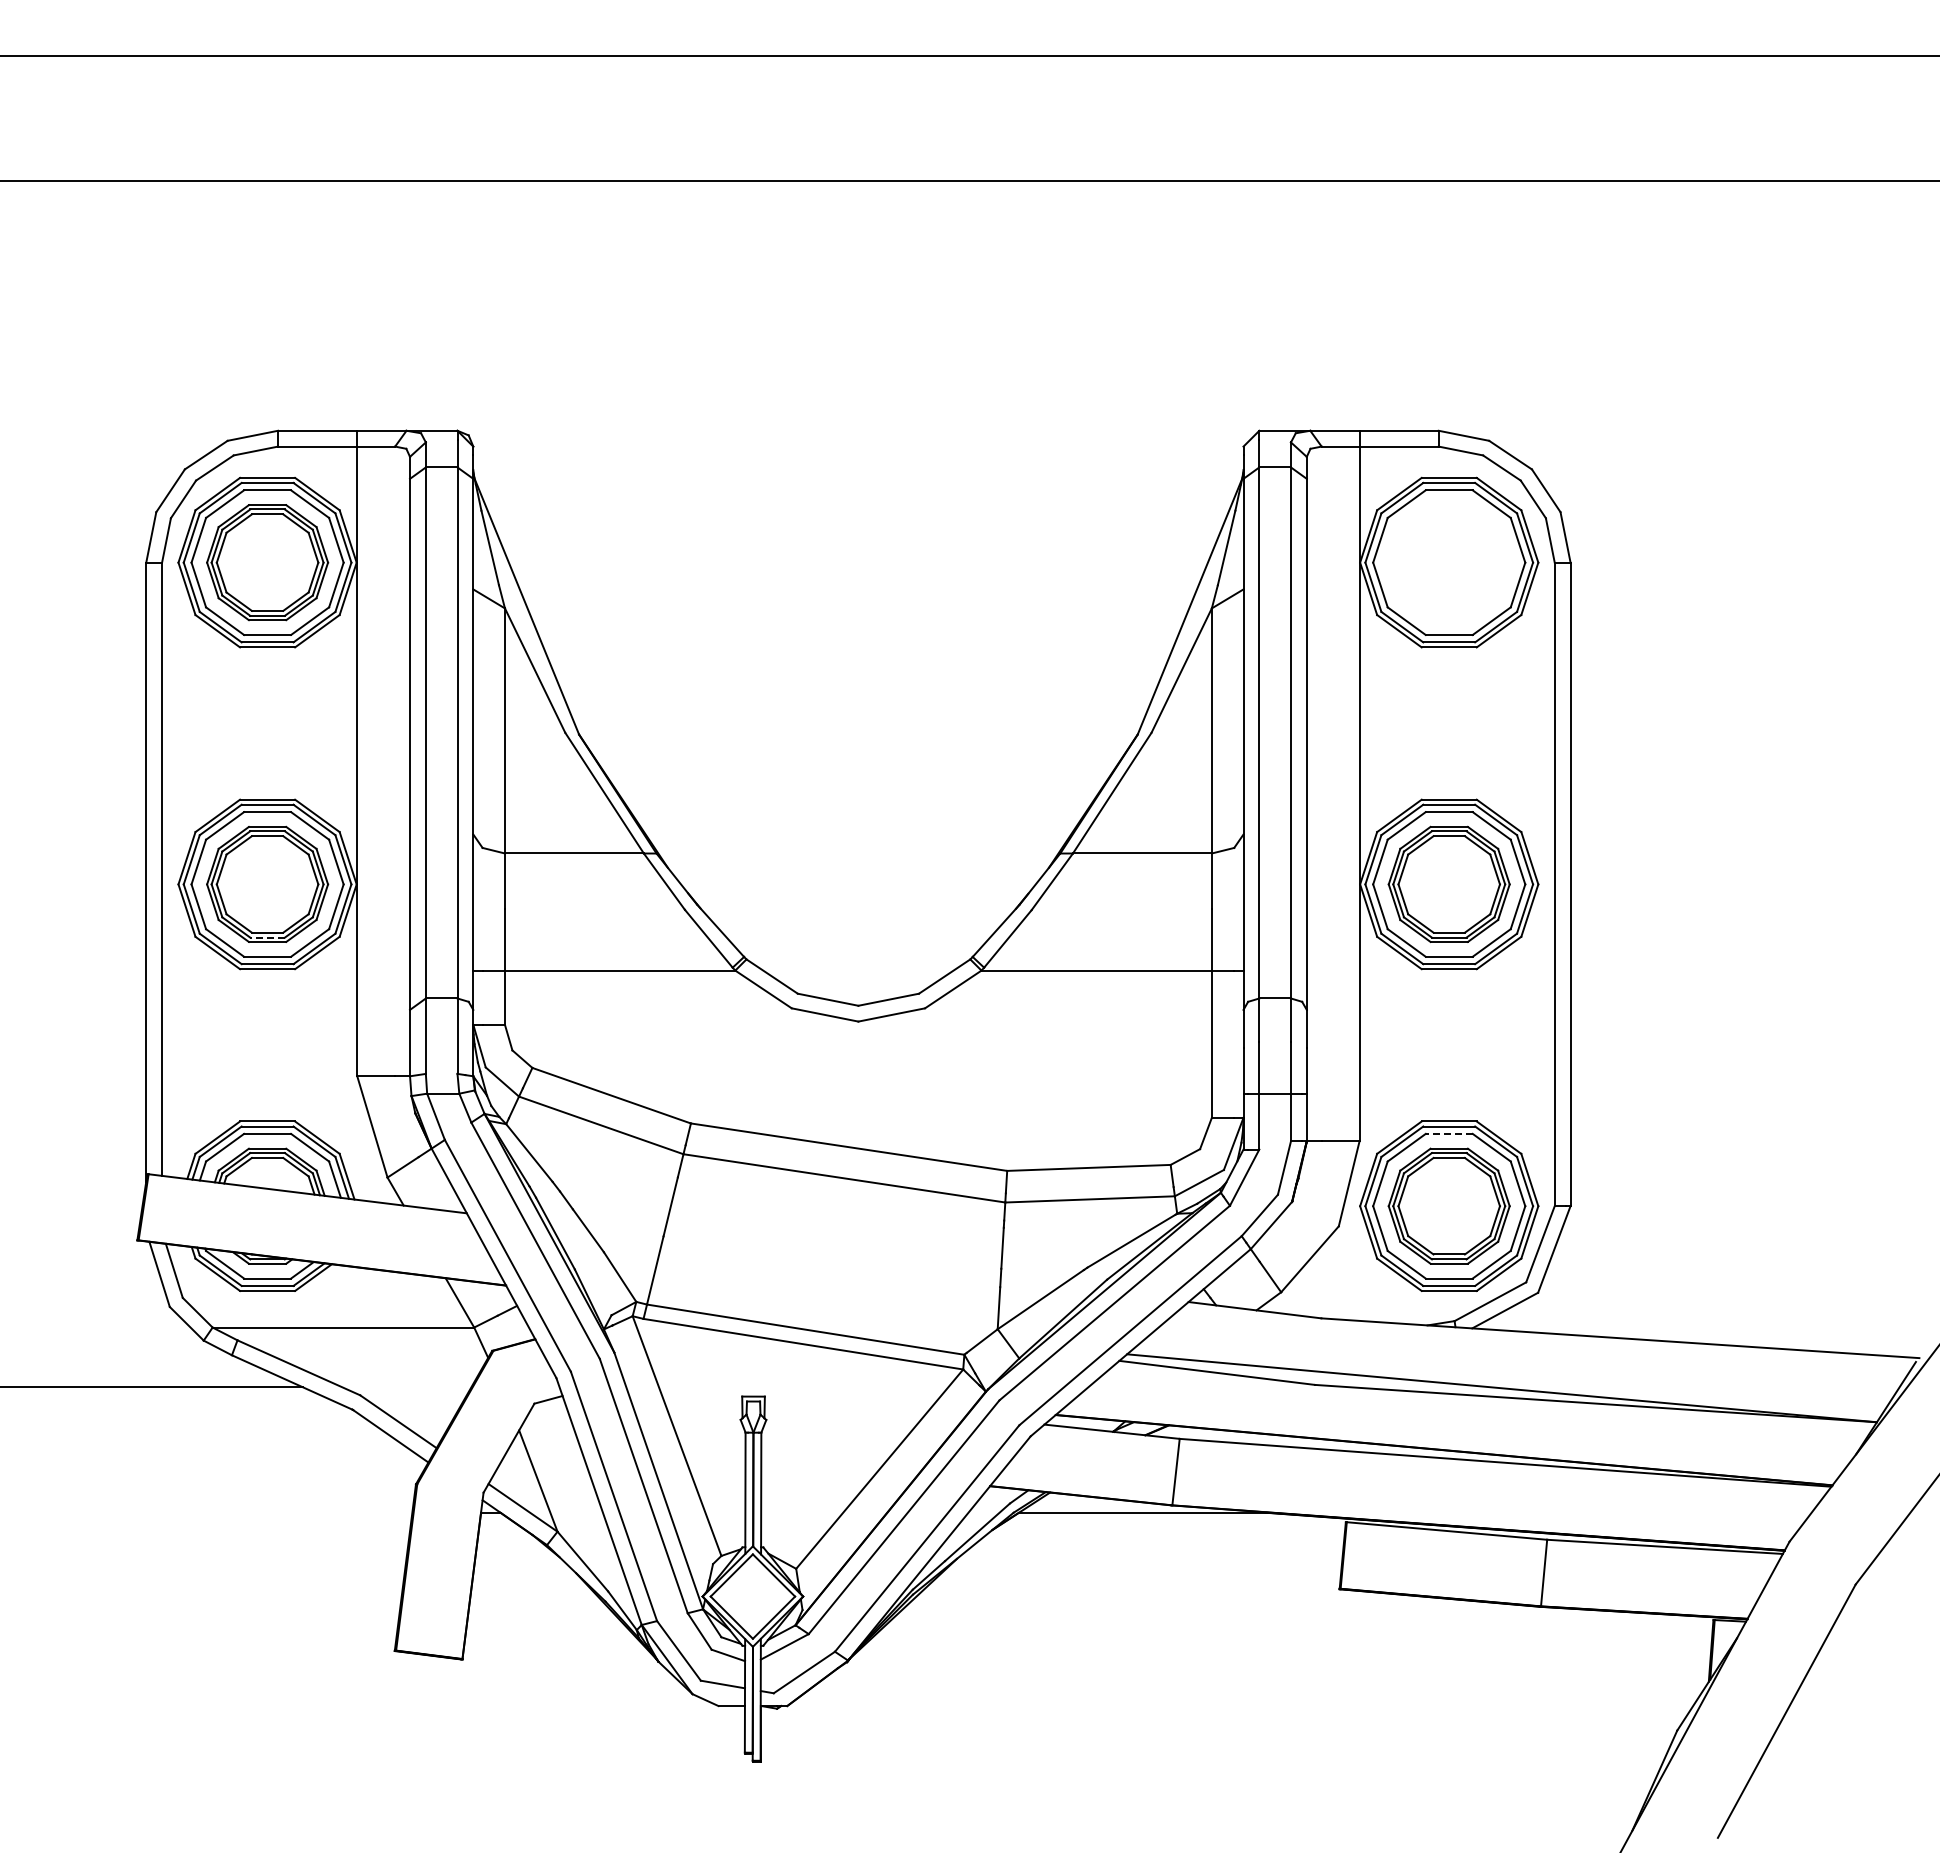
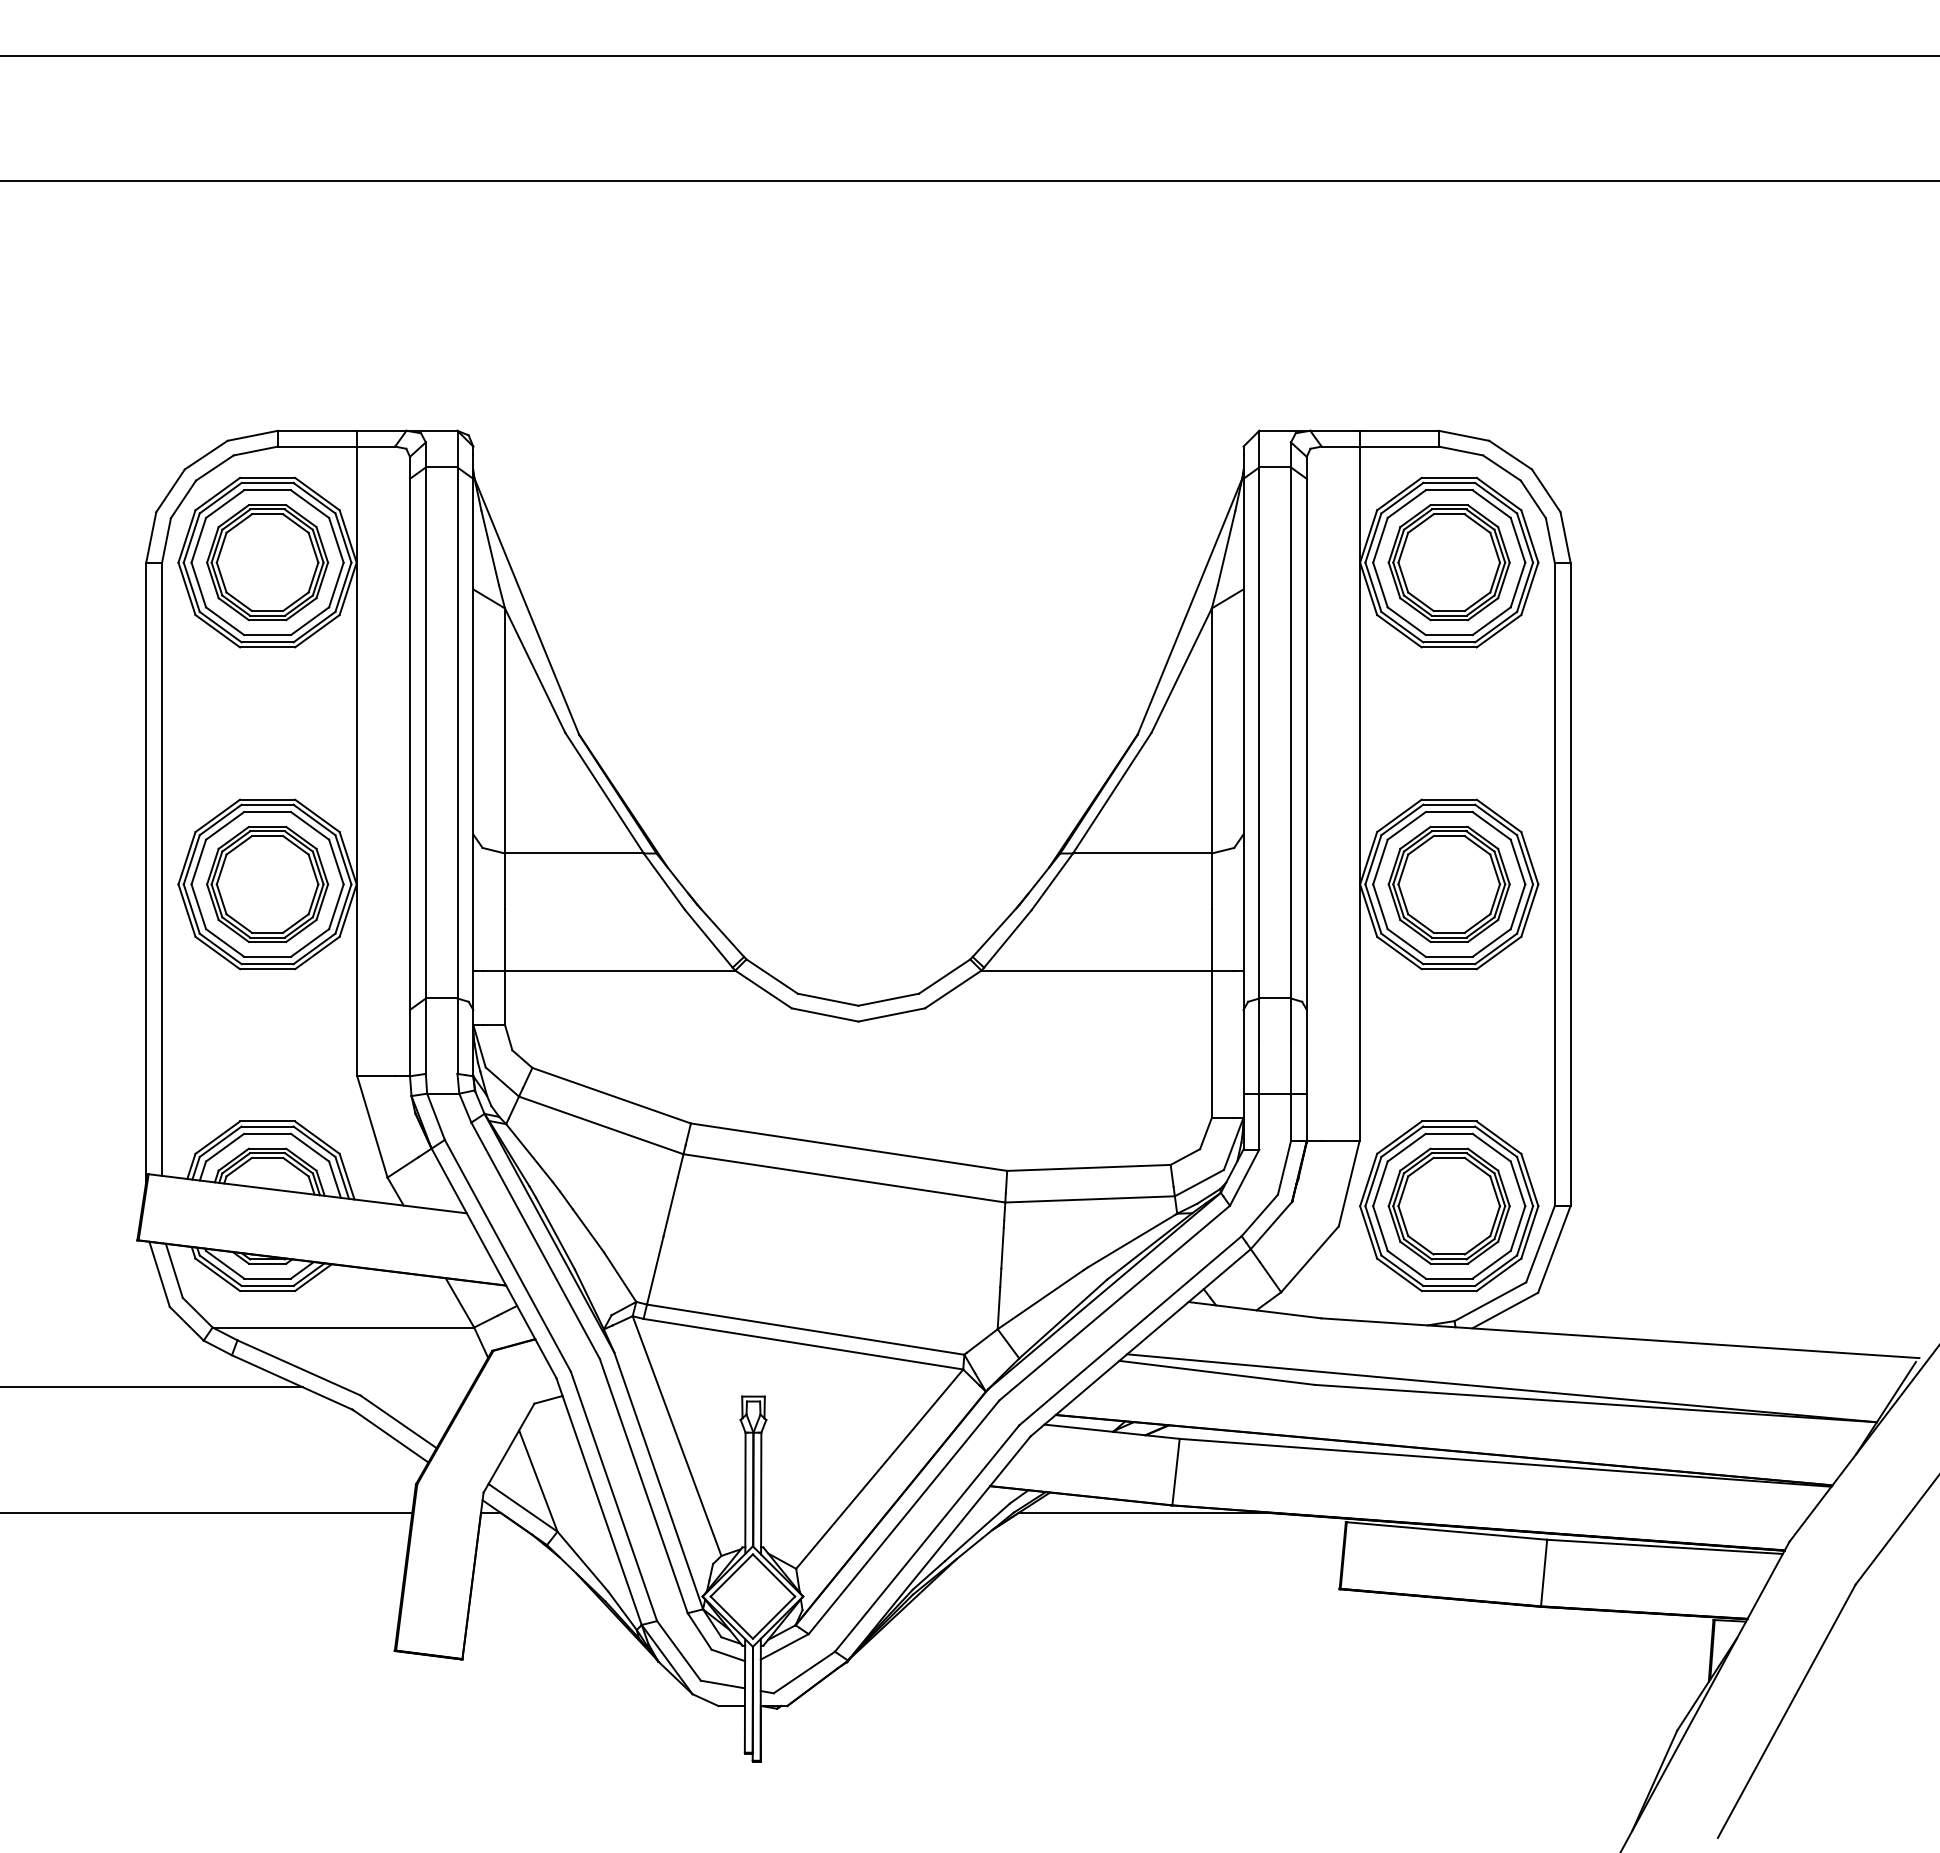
part at (1448, 562): none -> present
line at (267, 937): dashed -> solid
line at (1449, 1133): dashed -> solid
line at (207, 1512): none -> present
